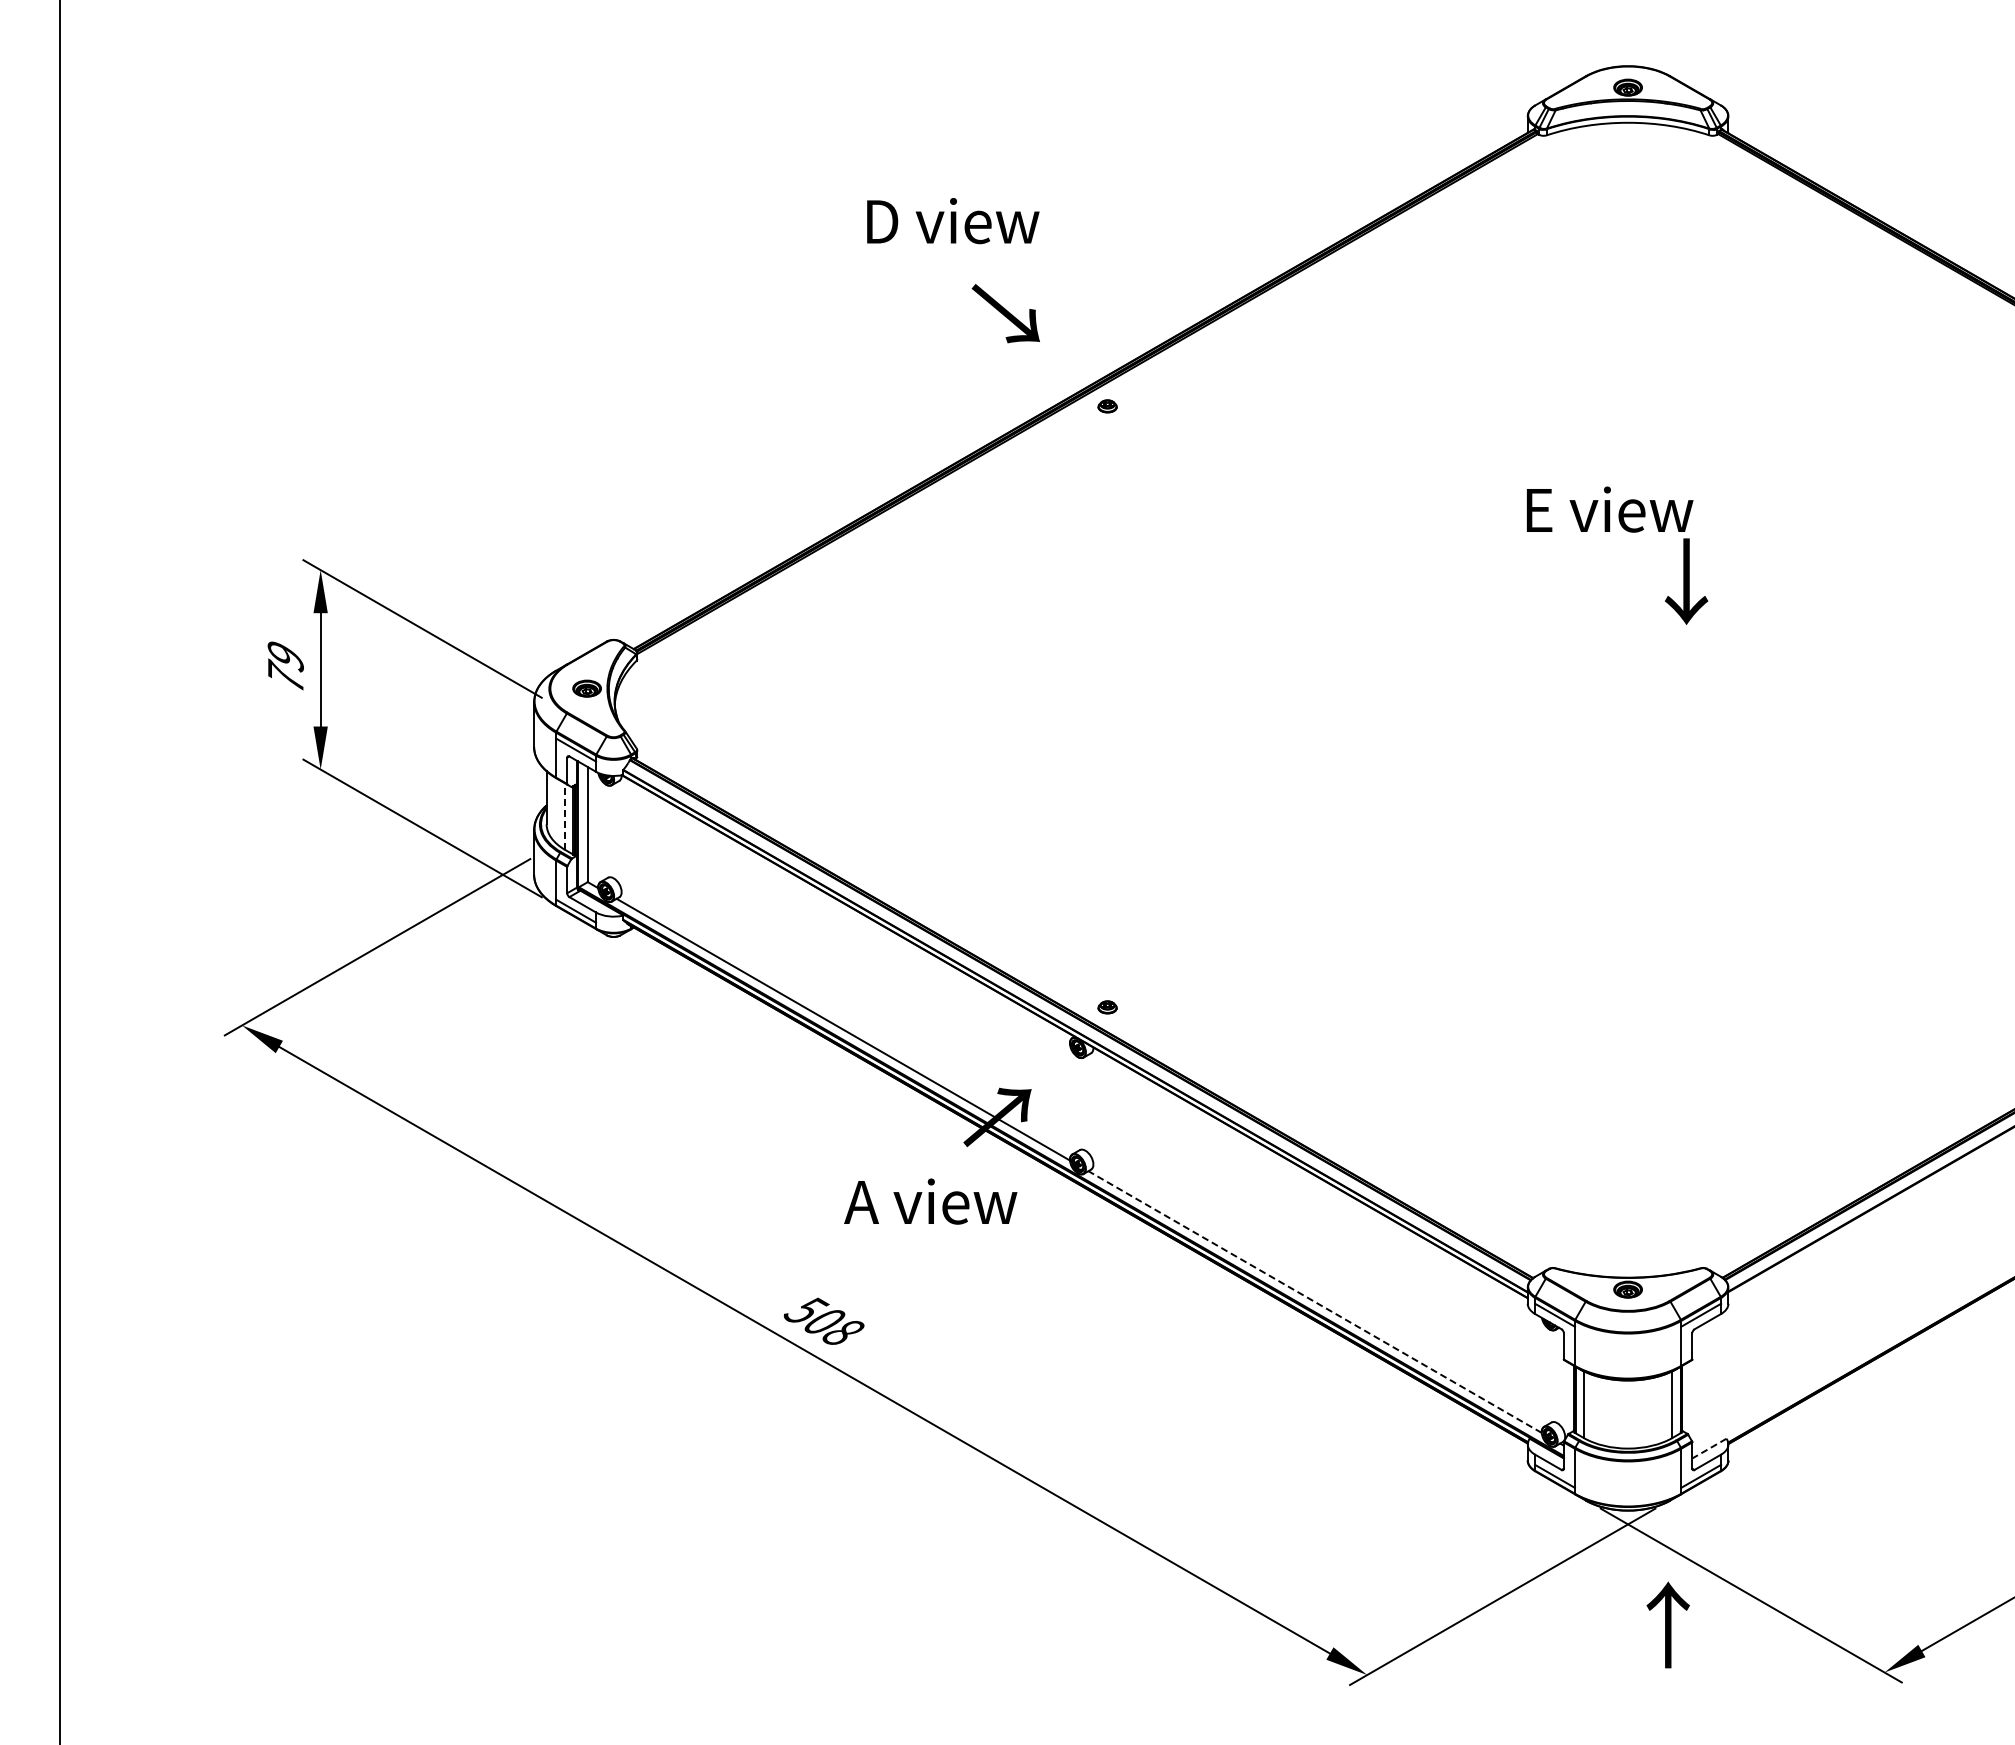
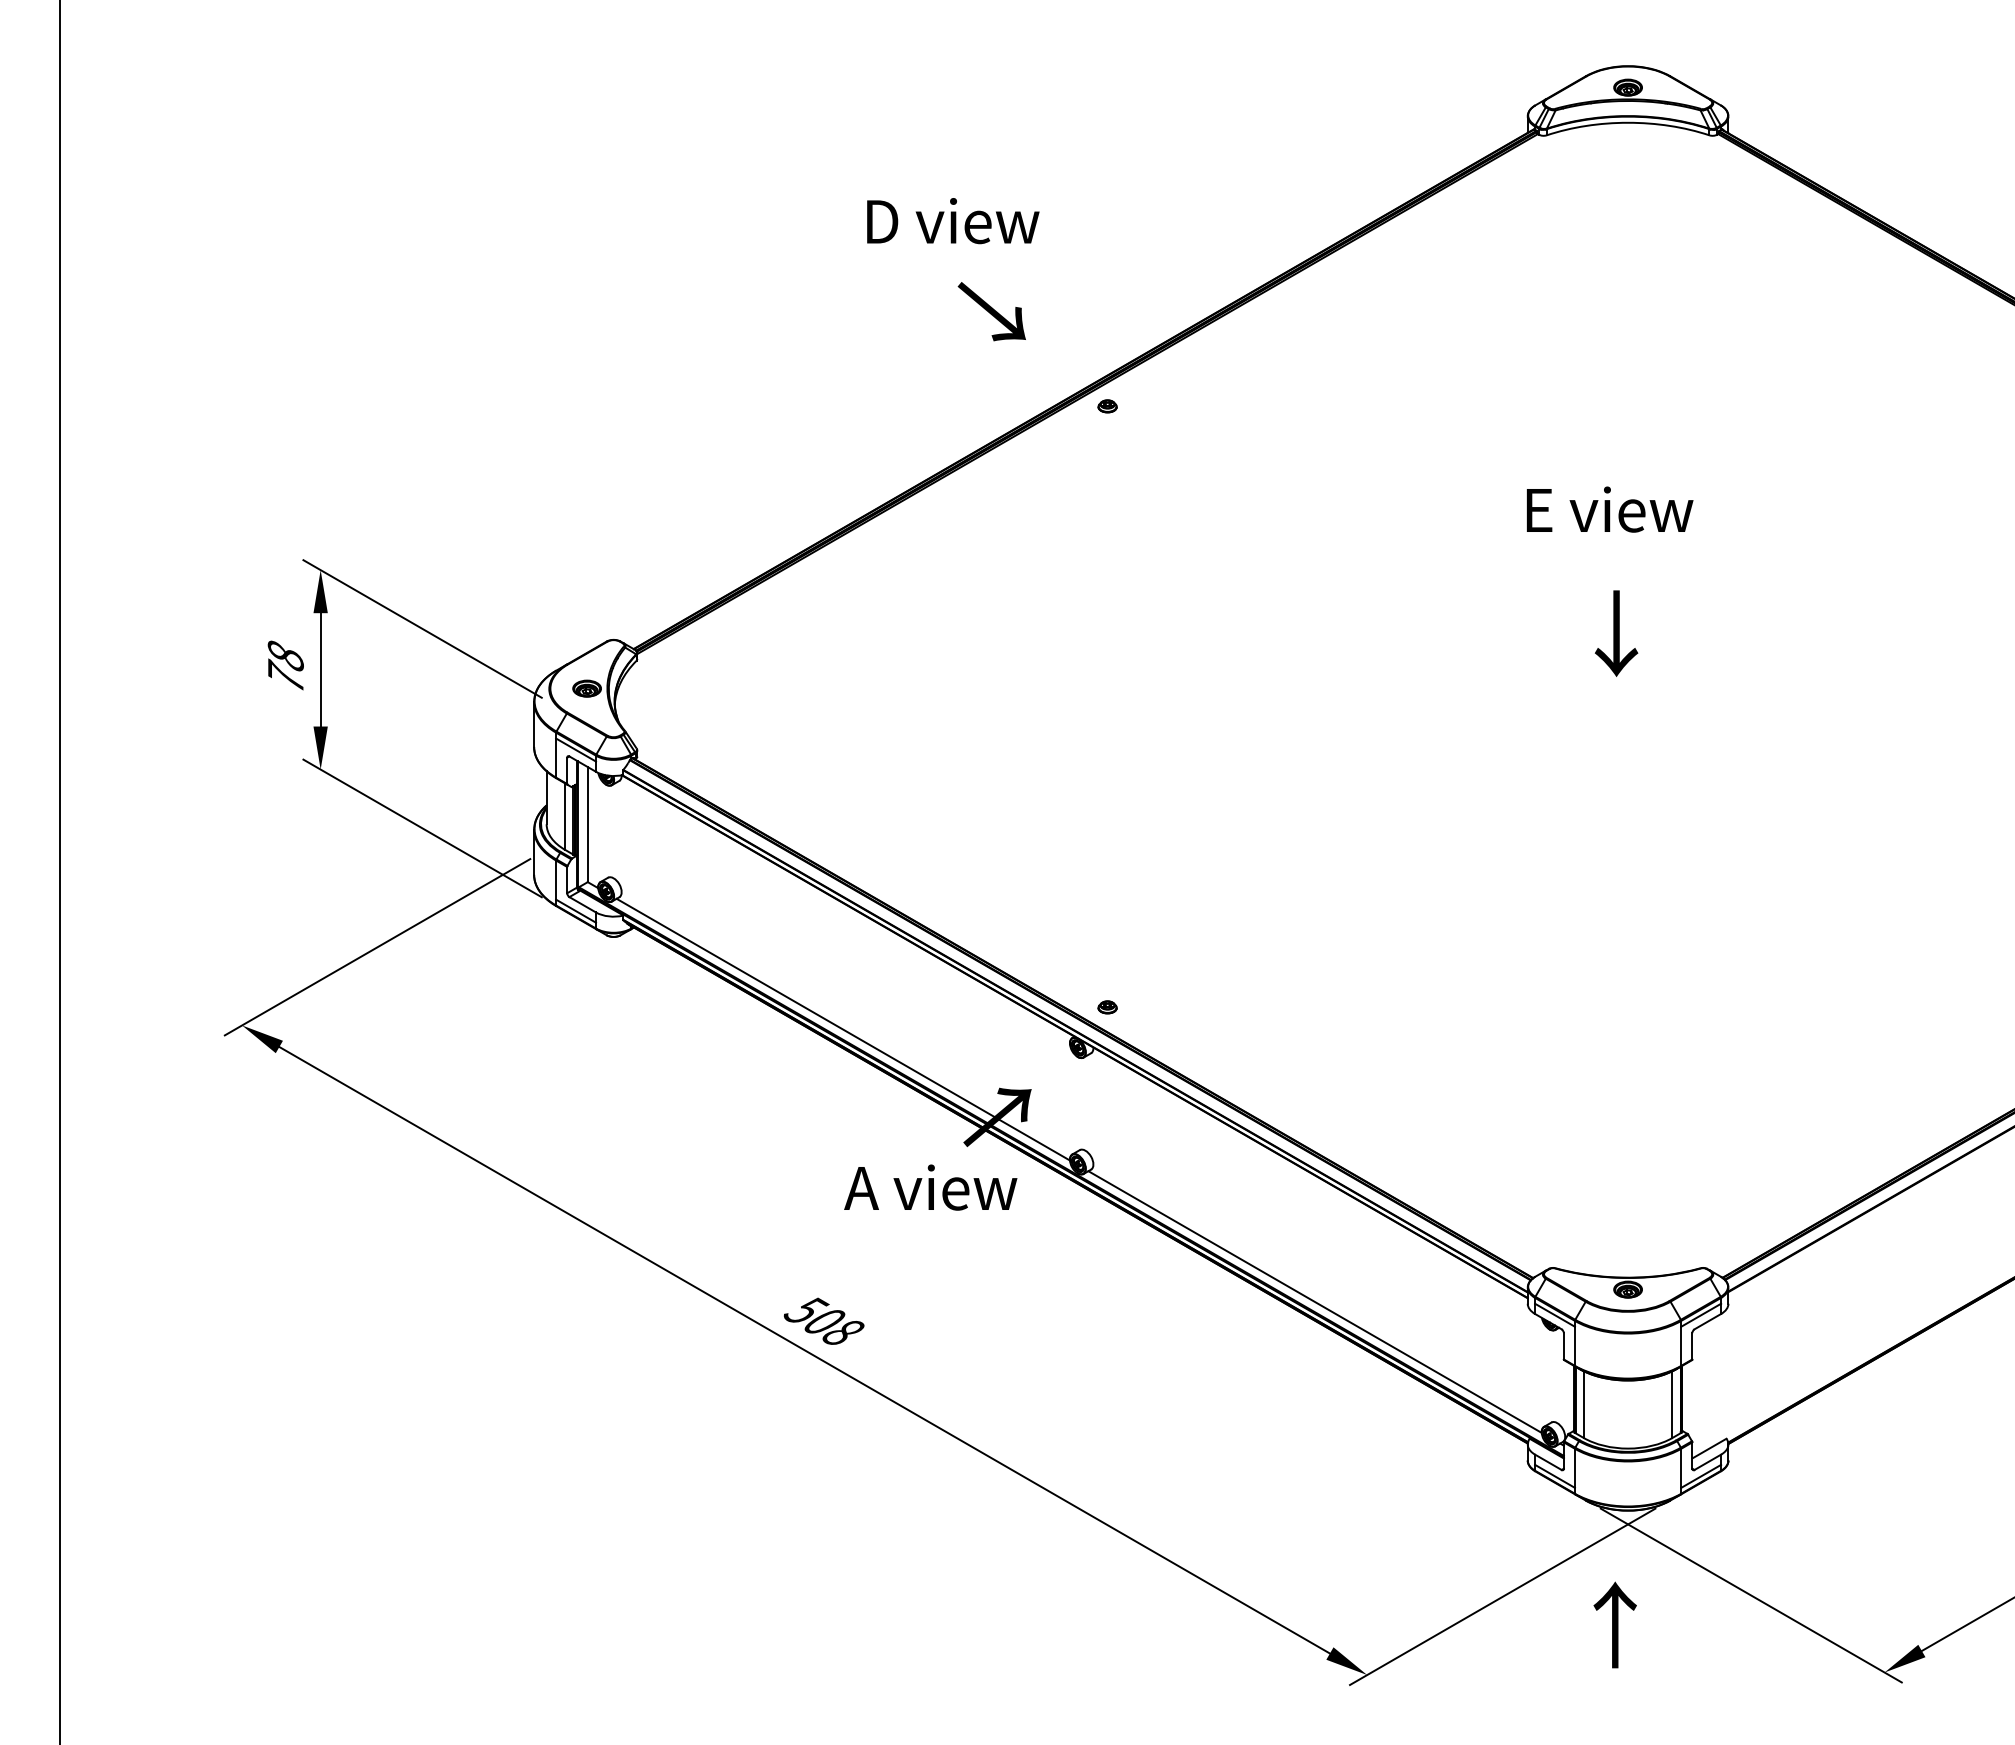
text at (1005, 313) position: (1005, 313) -> (991, 311)
text at (1686, 581) position: (1686, 581) -> (1616, 633)
text at (285, 656): 79 -> 78
line at (564, 816): dashed -> solid
text at (930, 1201) position: (930, 1201) -> (930, 1187)
line at (1315, 1302): dashed -> solid
line at (1709, 1448): dashed -> solid
text at (1667, 1624) position: (1667, 1624) -> (1614, 1624)
